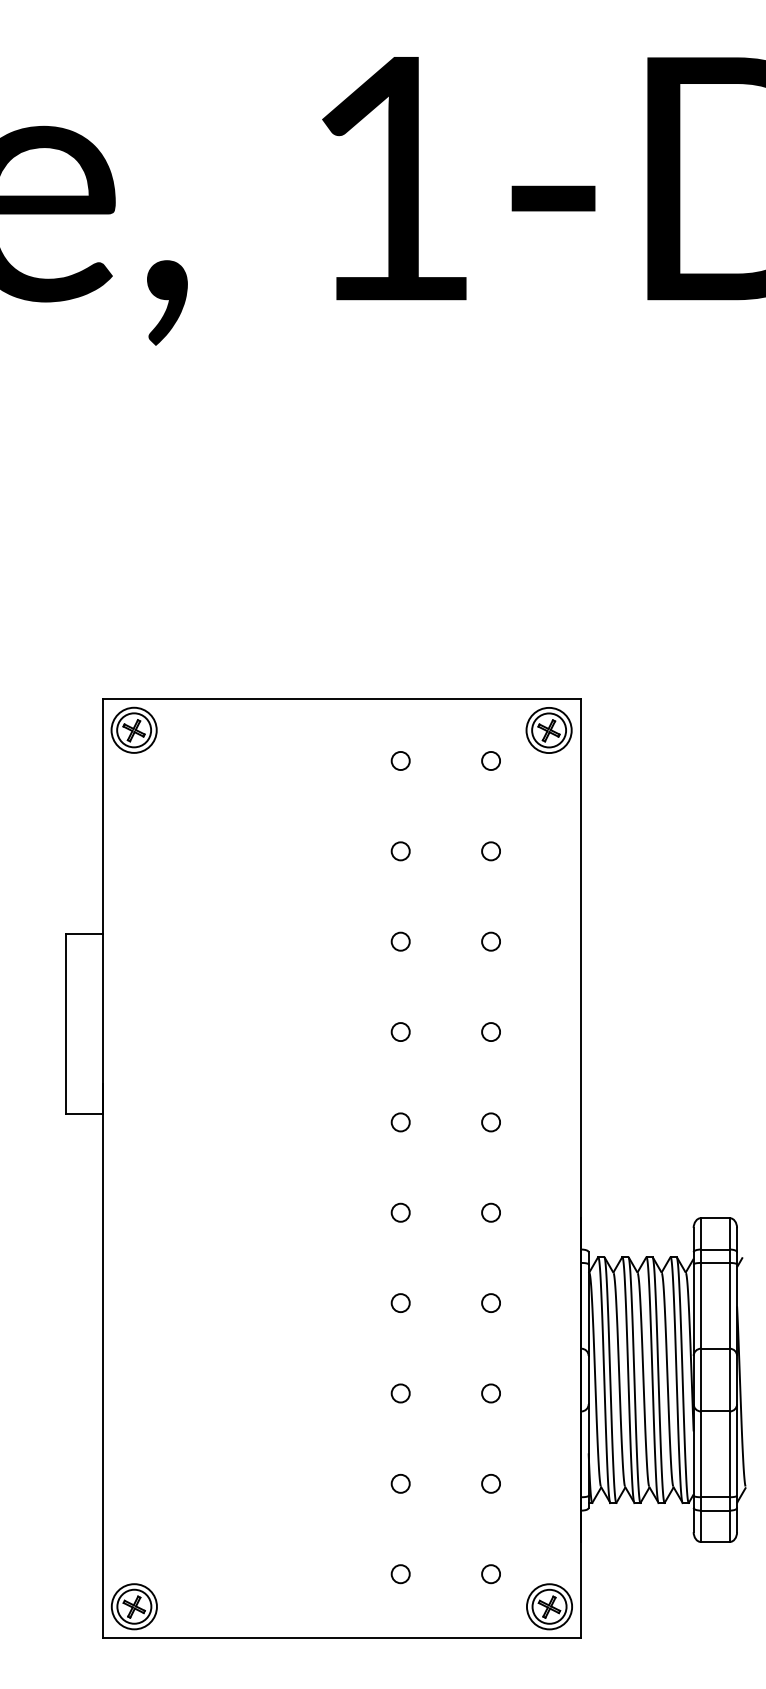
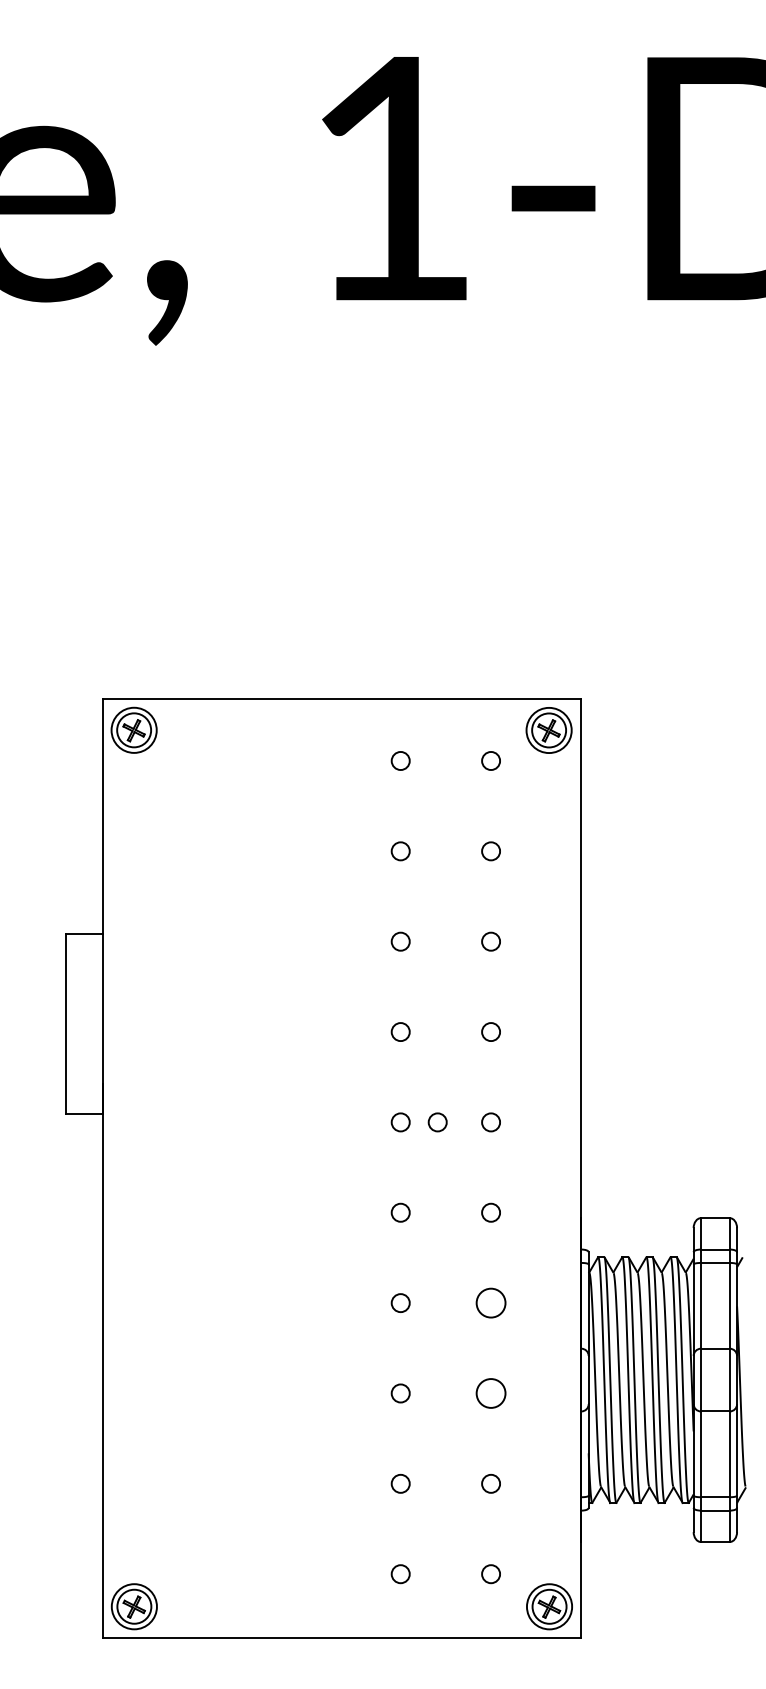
circle at (437, 1122): none -> present
circle at (491, 1303) diameter: 18 px -> 29 px
circle at (491, 1393) diameter: 18 px -> 29 px
